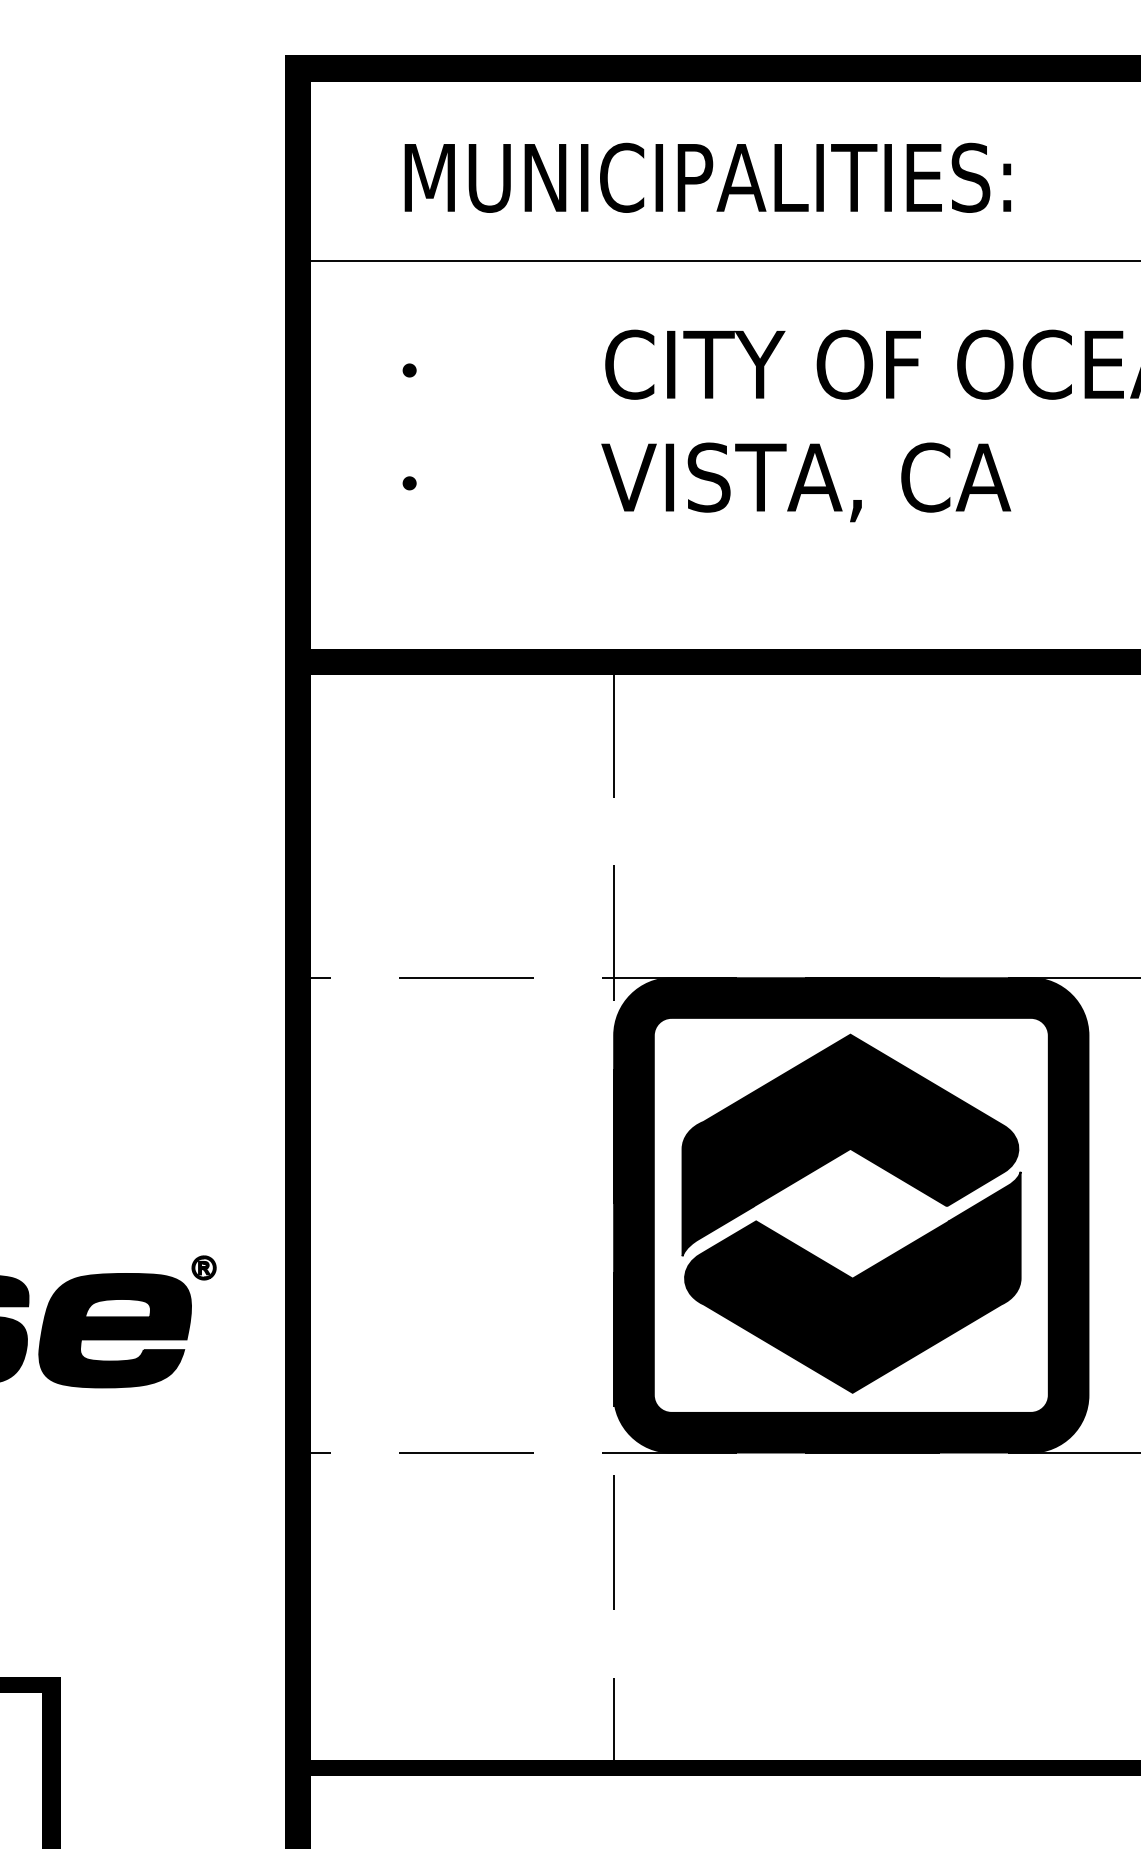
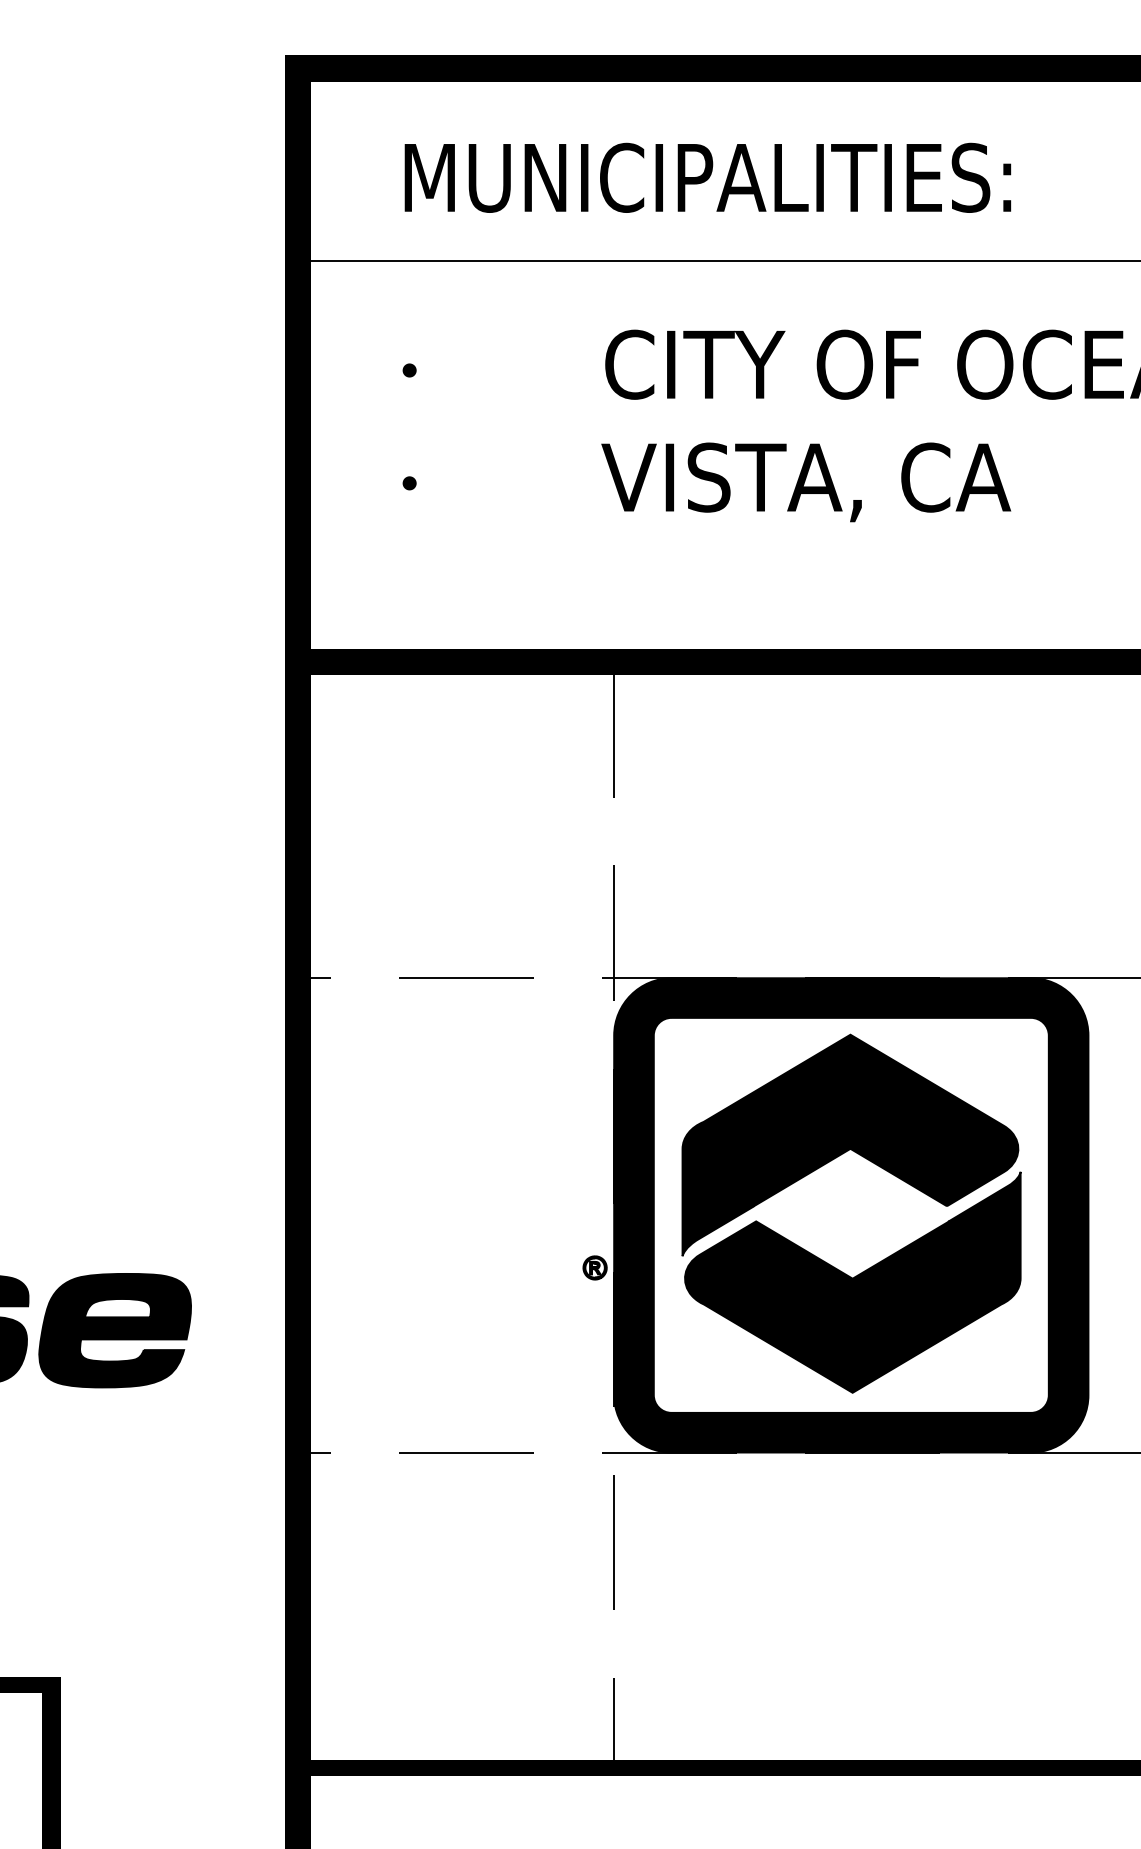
part at (203, 1267) position: (203, 1267) -> (594, 1267)
